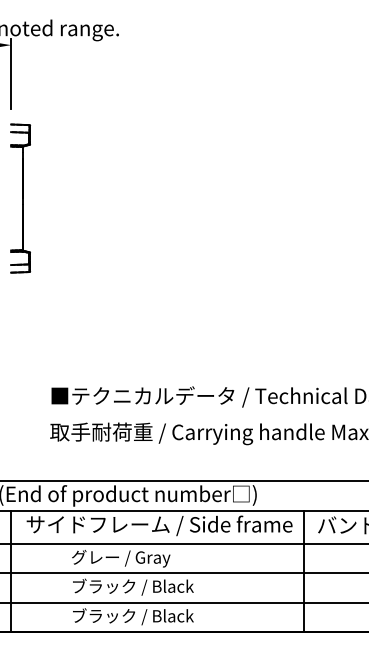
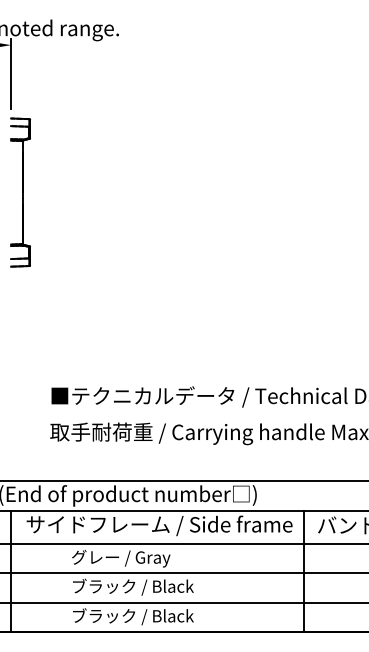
part at (20, 198) position: (20, 198) -> (20, 192)
